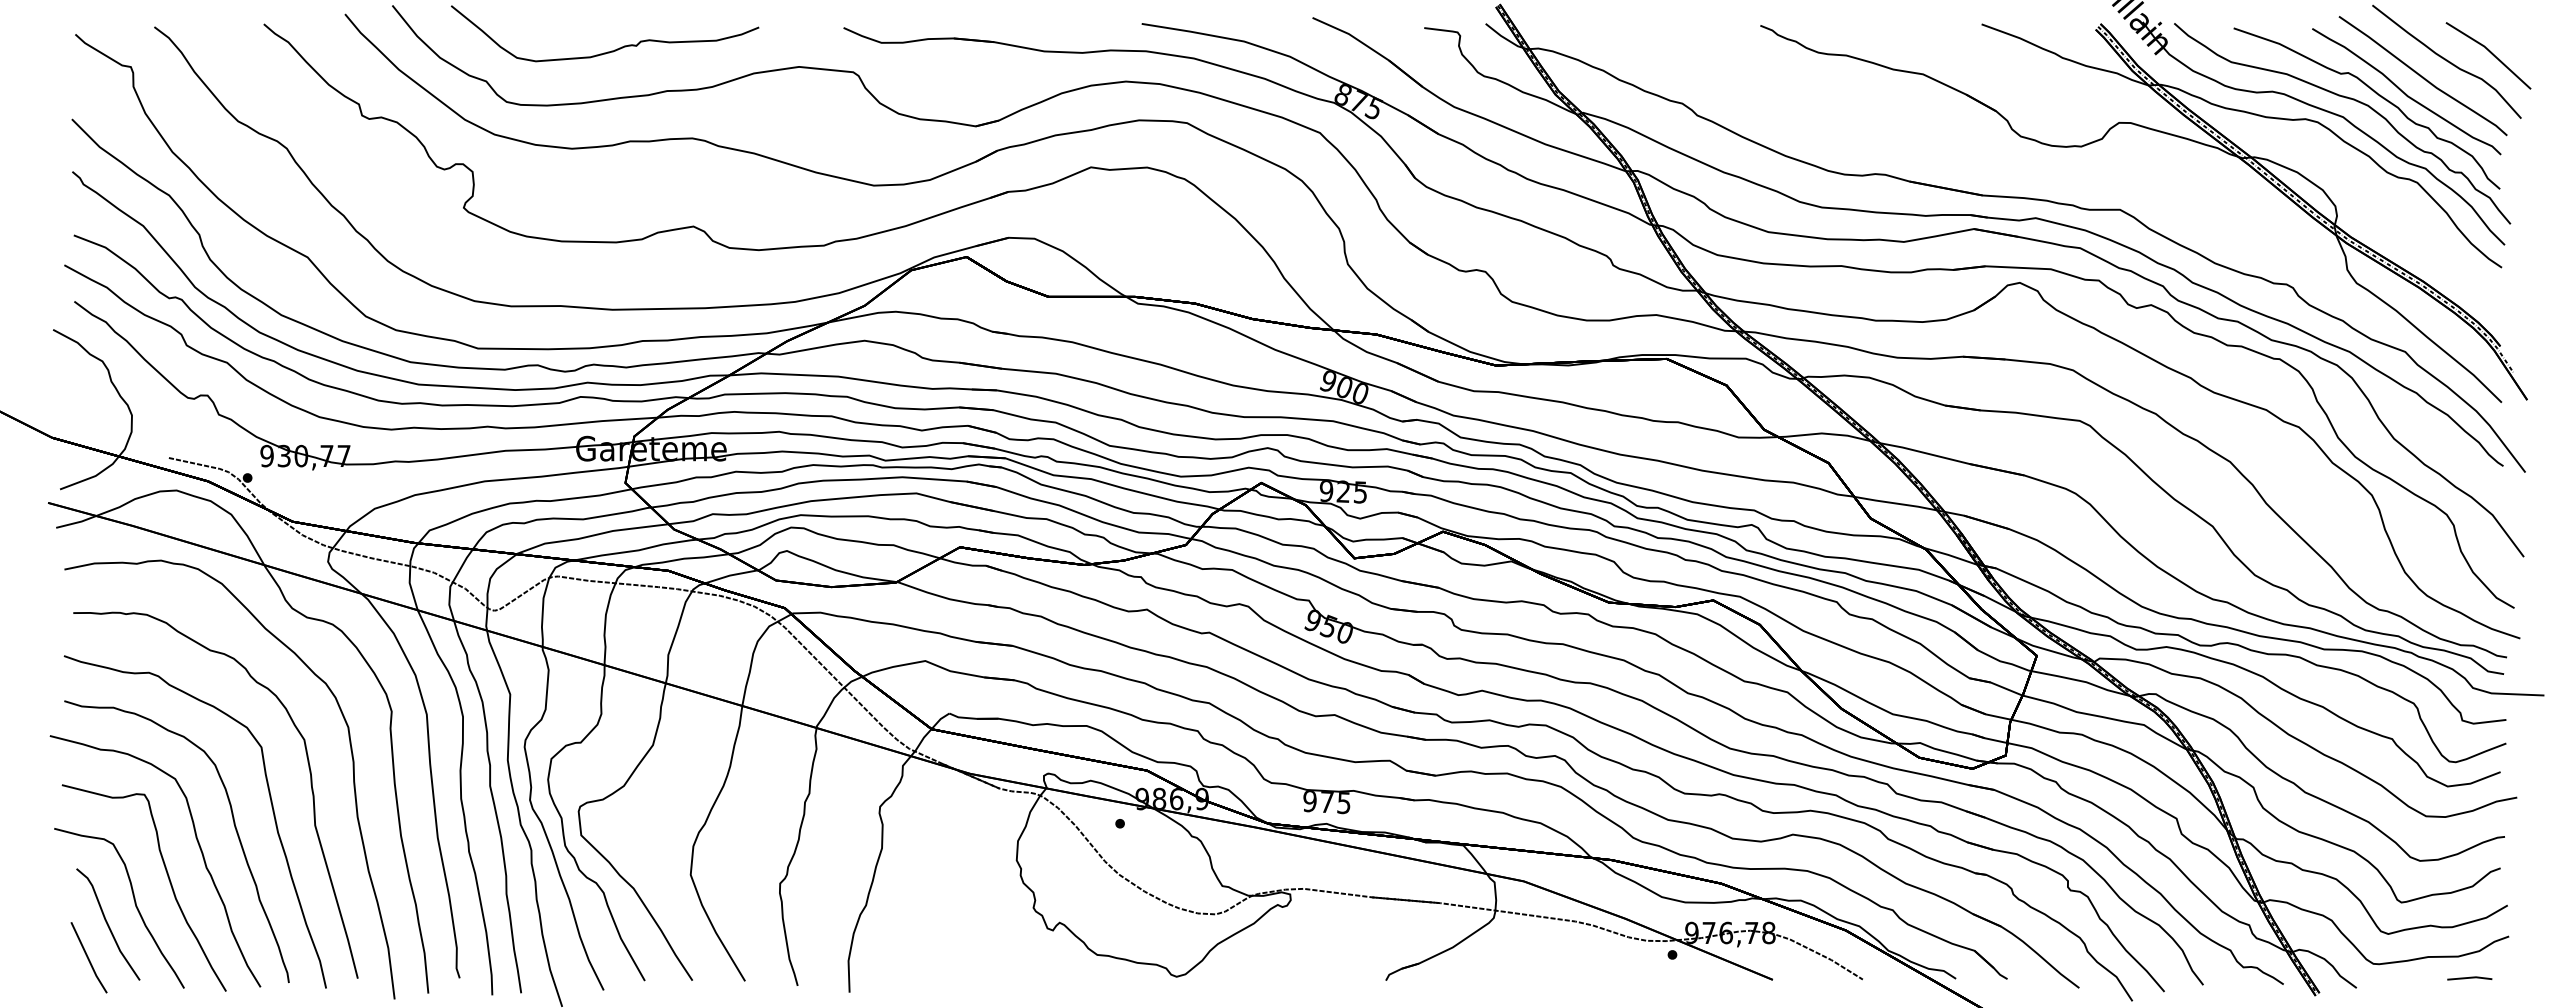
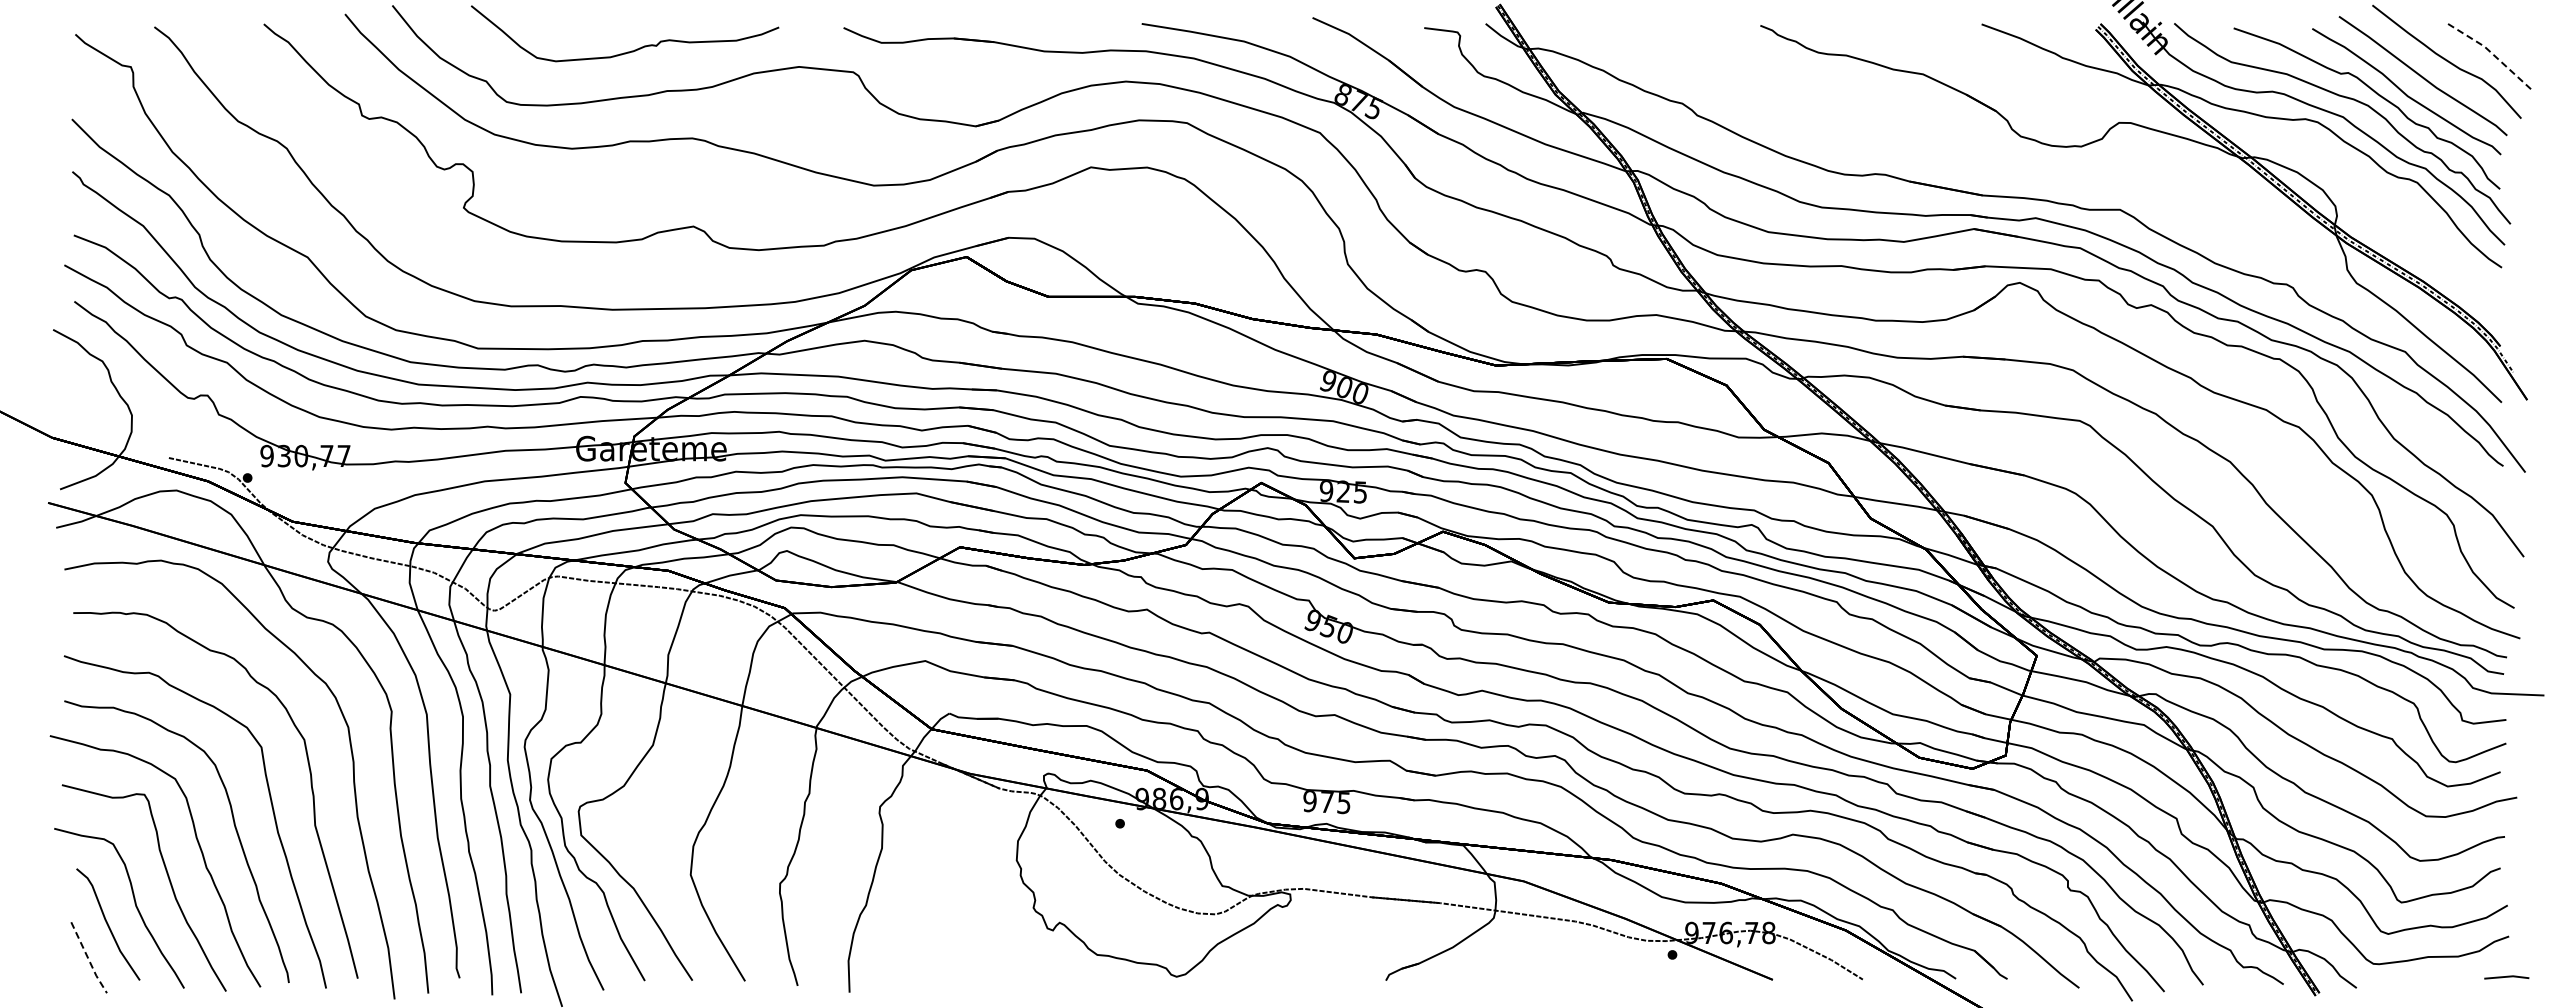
curve at (607, 51) position: (607, 51) -> (627, 51)
line at (2490, 51): solid -> dashed
line at (88, 958): solid -> dashed
line at (2469, 978) position: (2469, 978) -> (2506, 977)
